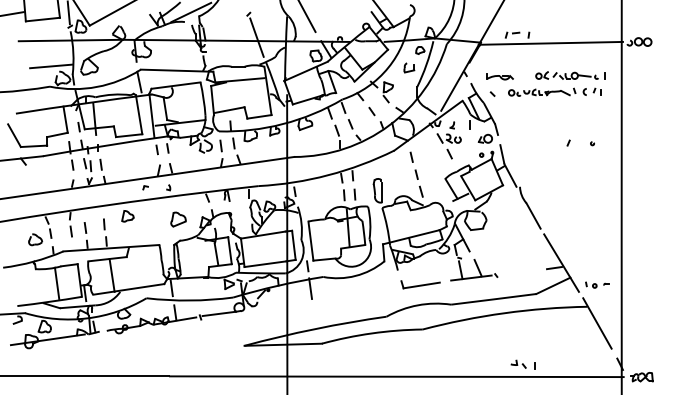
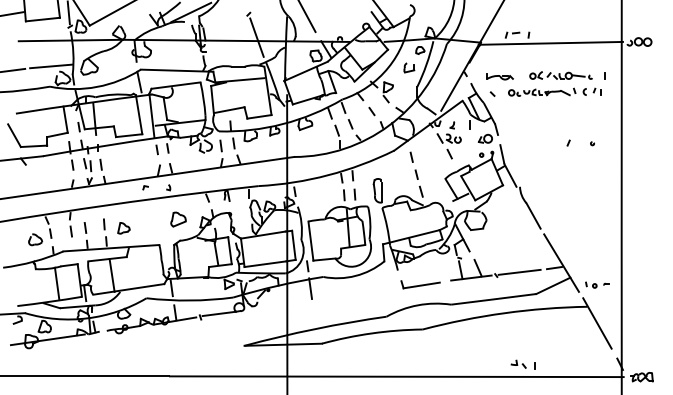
line at (13, 69): none -> present
part at (566, 75) position: (566, 75) -> (560, 75)
part at (127, 216) position: (127, 216) -> (123, 228)
line at (519, 271): none -> present
